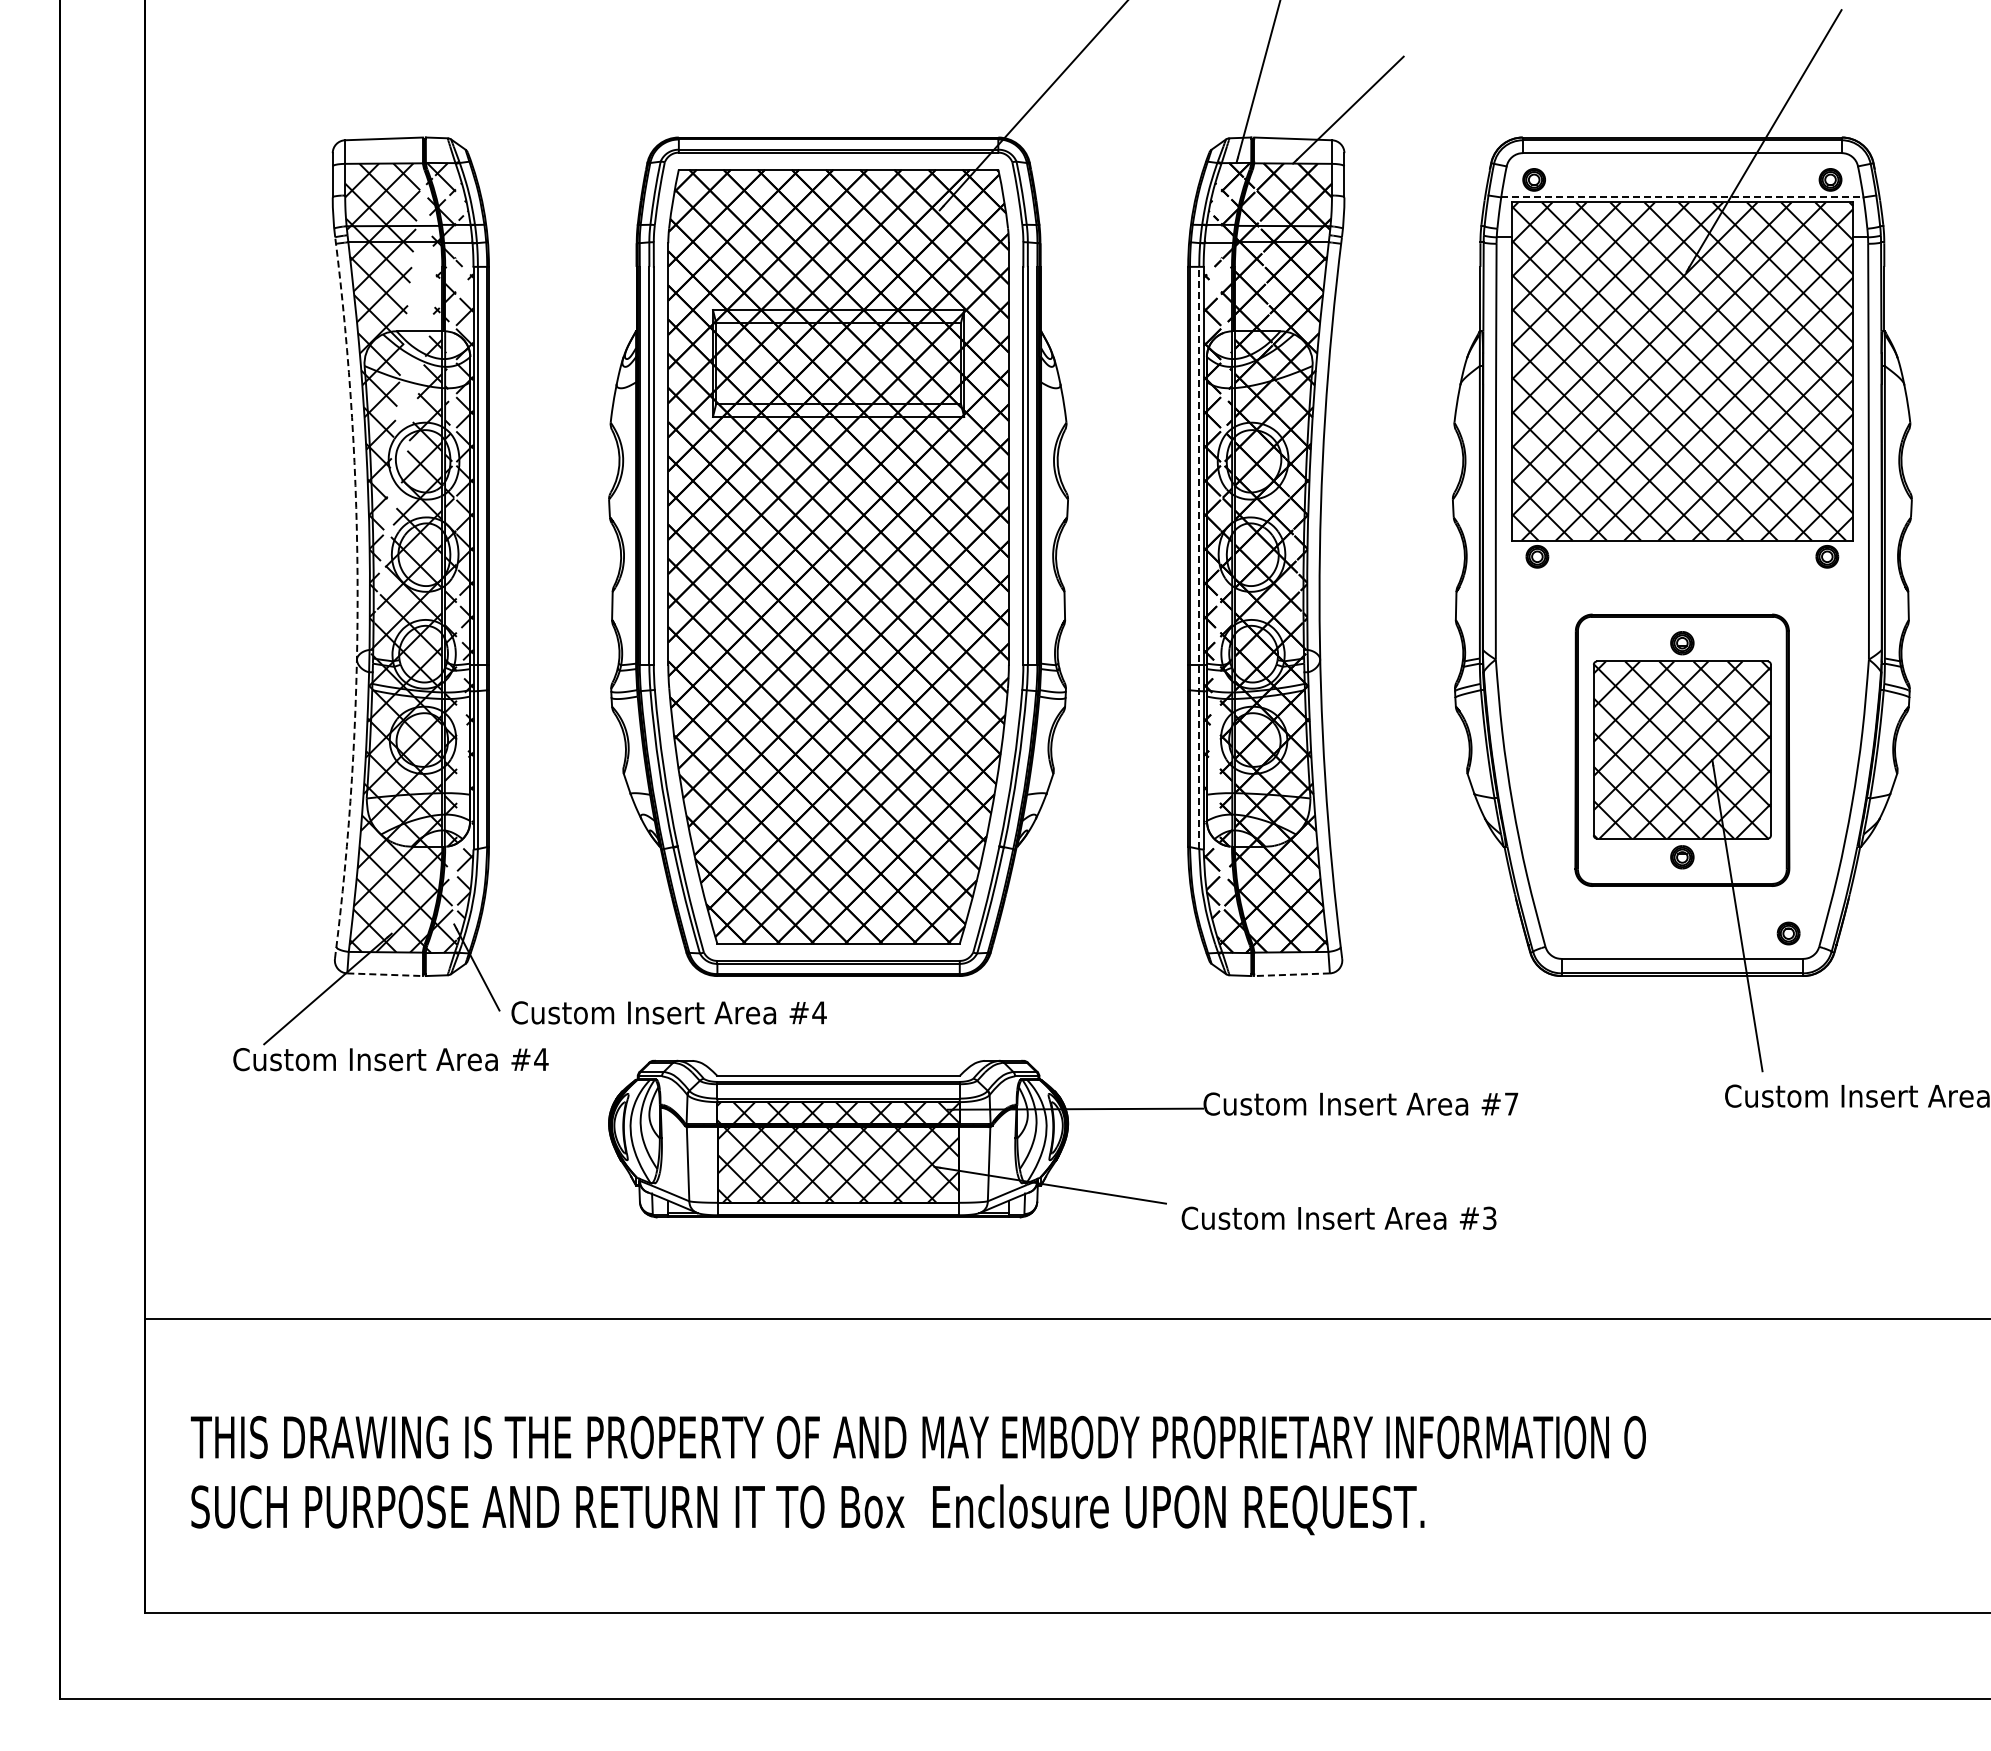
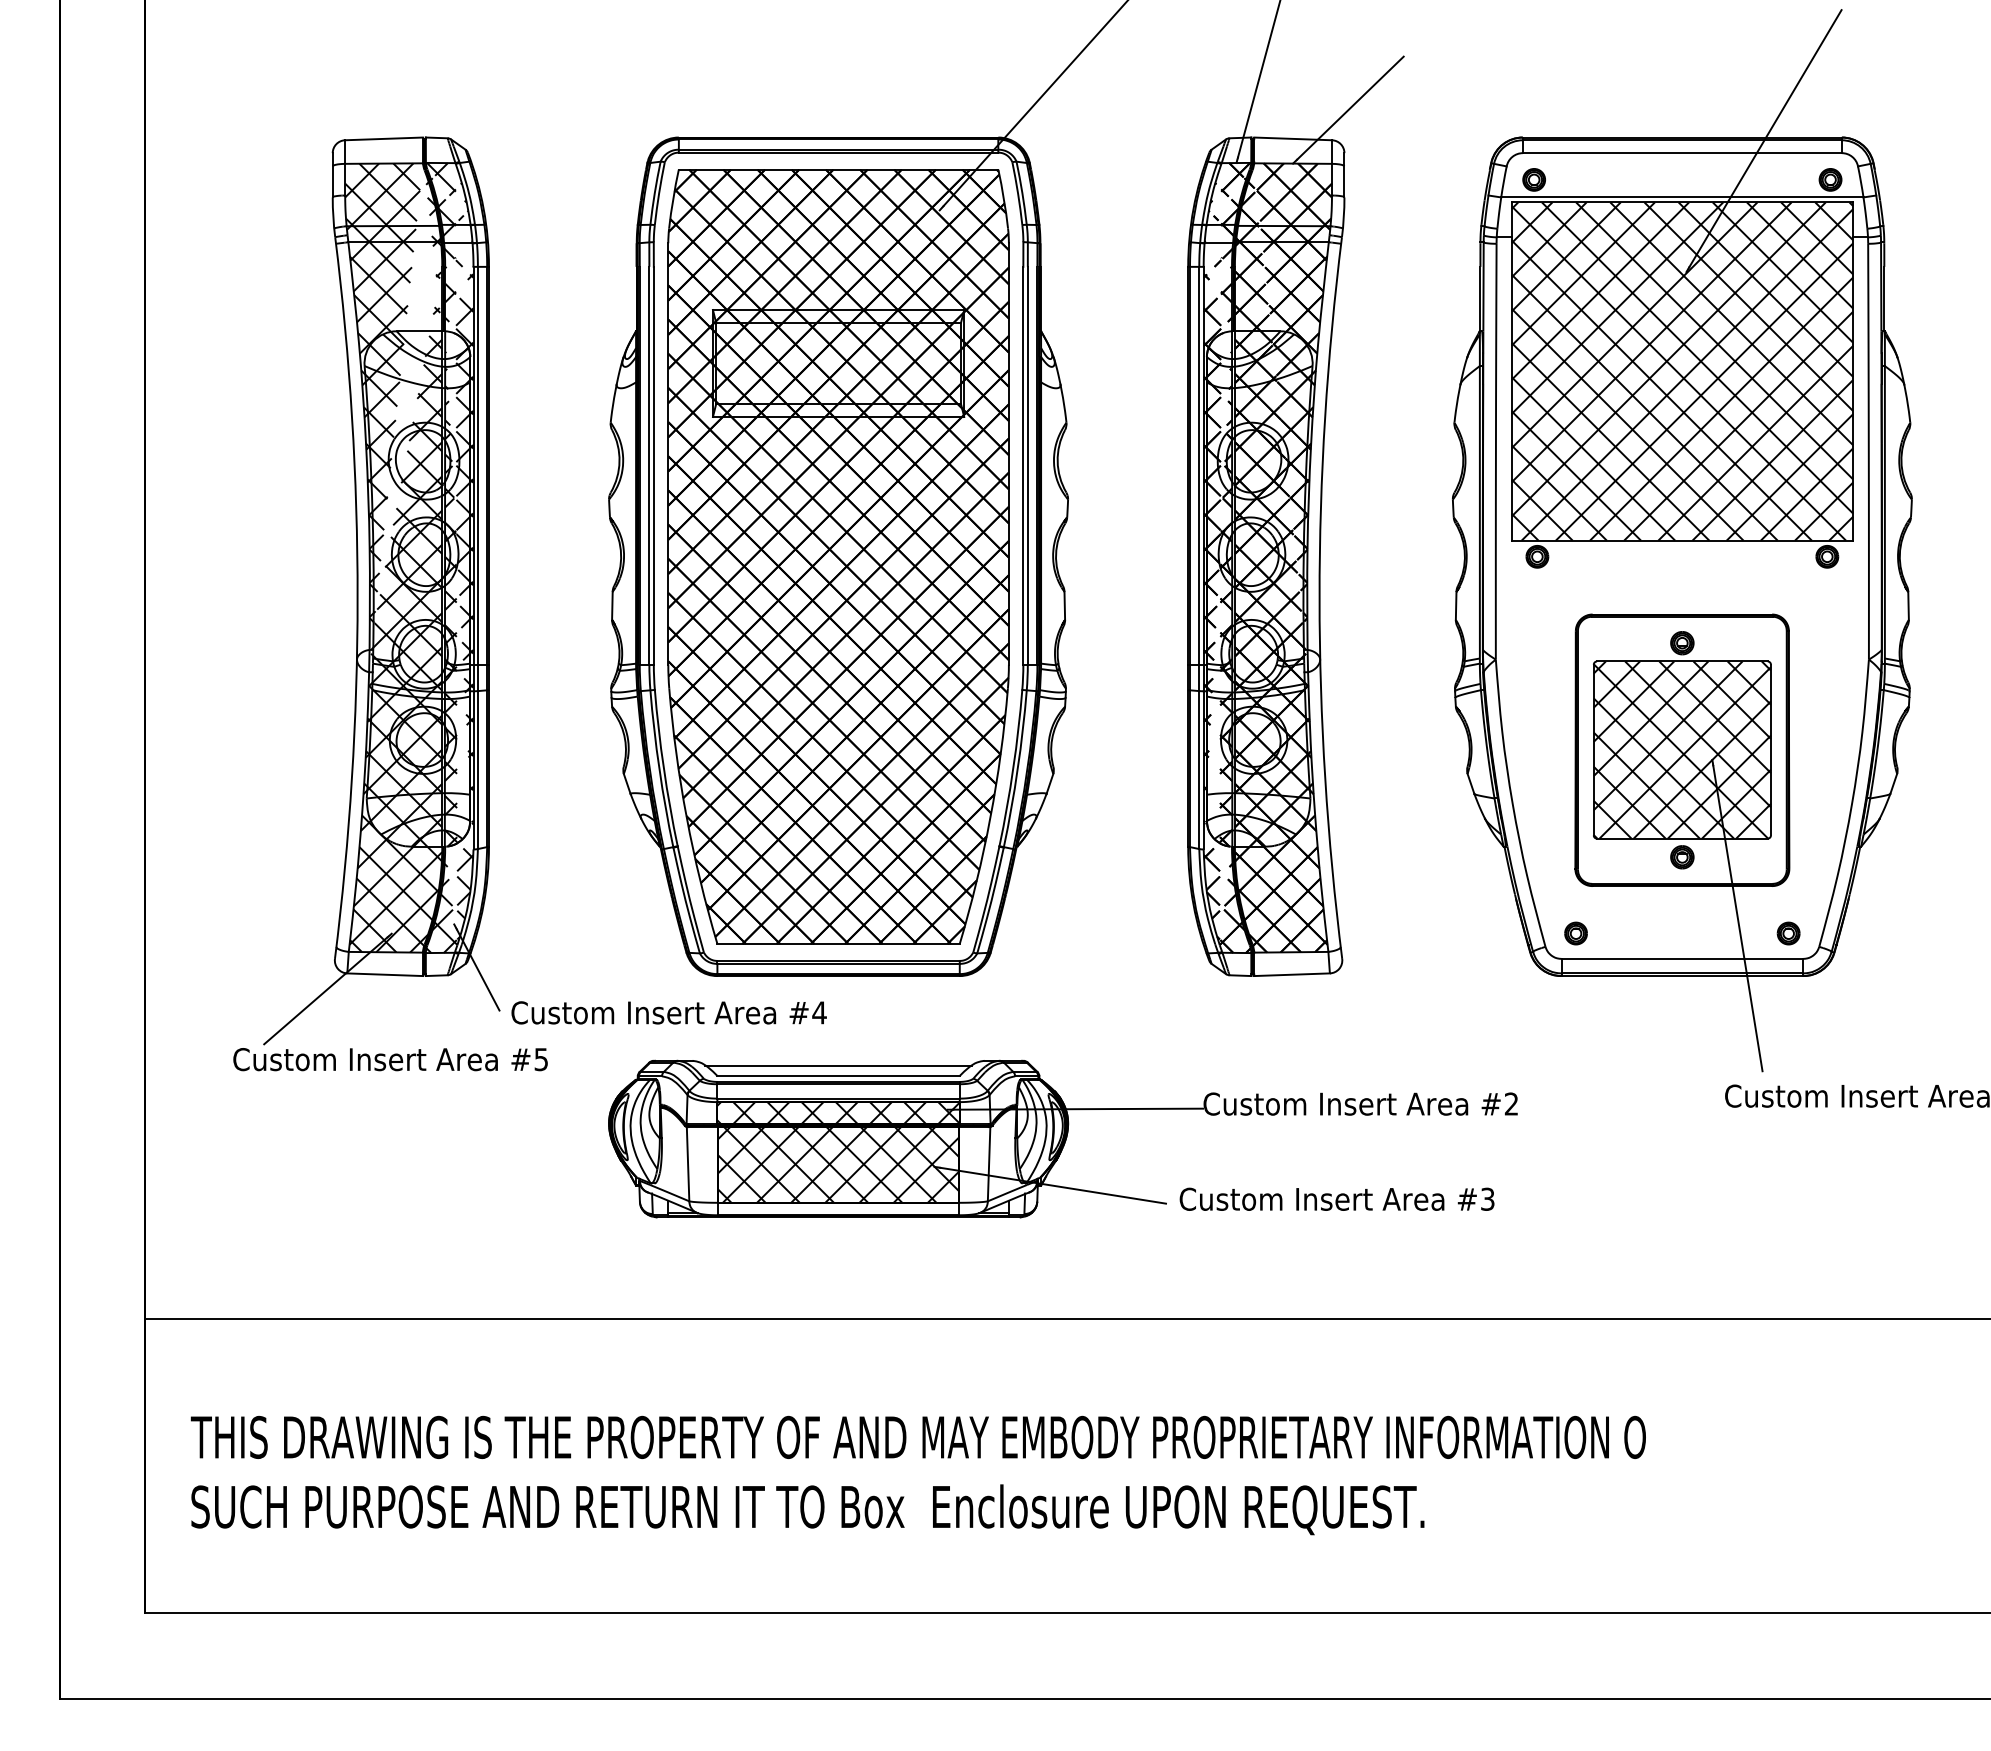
line at (1682, 197): dashed -> solid
line at (1199, 557): dashed -> solid
arc at (357, 598): dashed -> solid
part at (1575, 933): none -> present
line at (385, 974): dashed -> solid
line at (1292, 974): dashed -> solid
text at (541, 1059): #4 -> #5
line at (838, 1065): none -> present
text at (1511, 1103): #7 -> #2
text at (1338, 1217) position: (1338, 1217) -> (1336, 1198)
